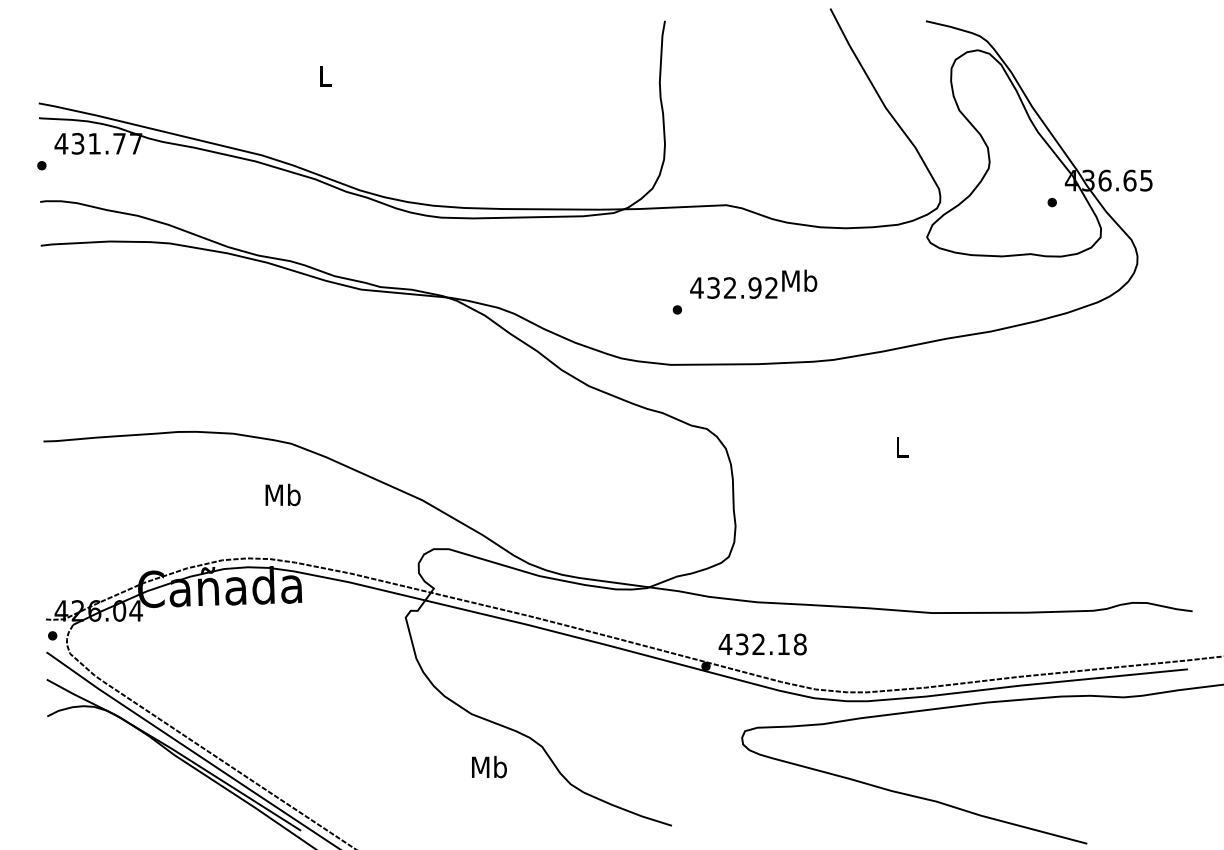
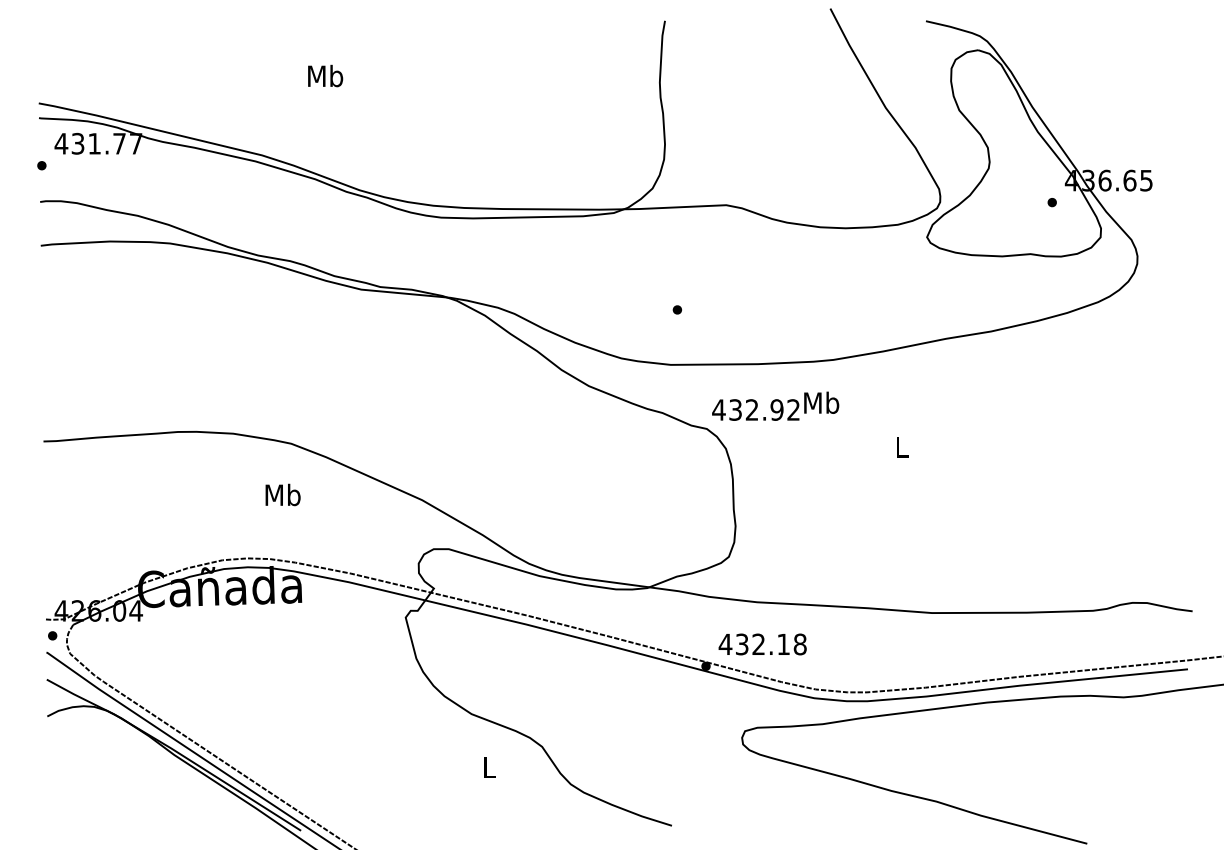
text at (325, 75): L -> Mb
text at (753, 283) position: (753, 283) -> (775, 405)
text at (489, 766): Mb -> L
